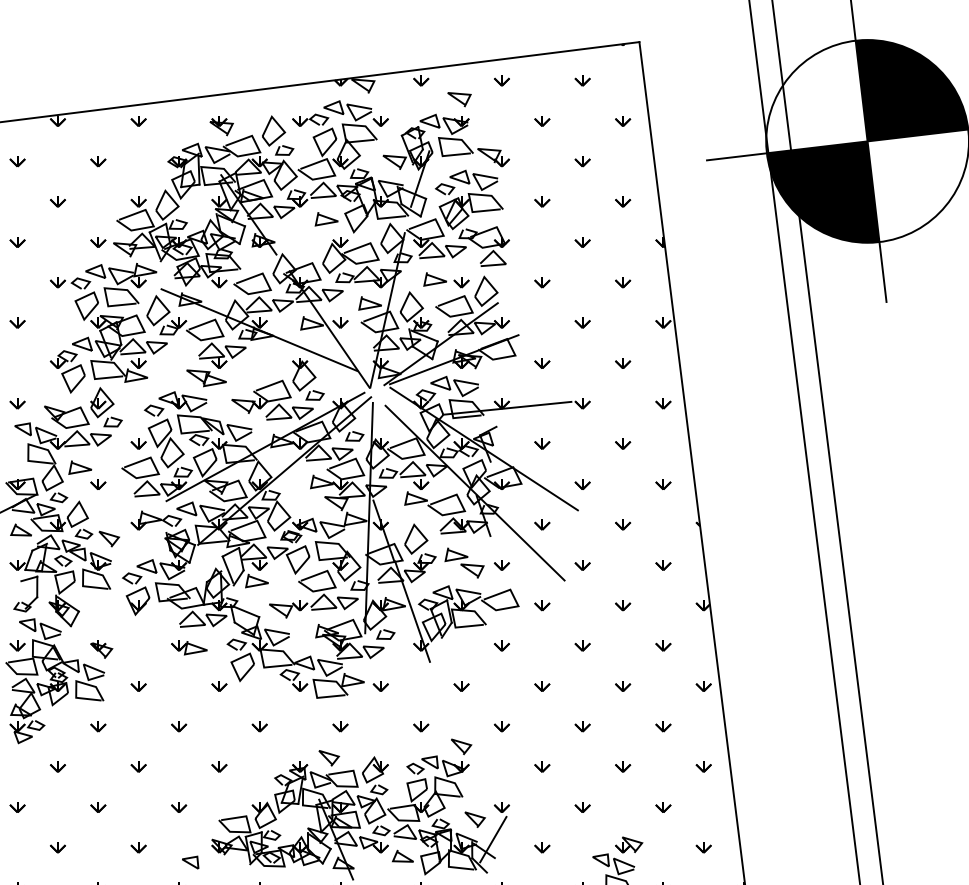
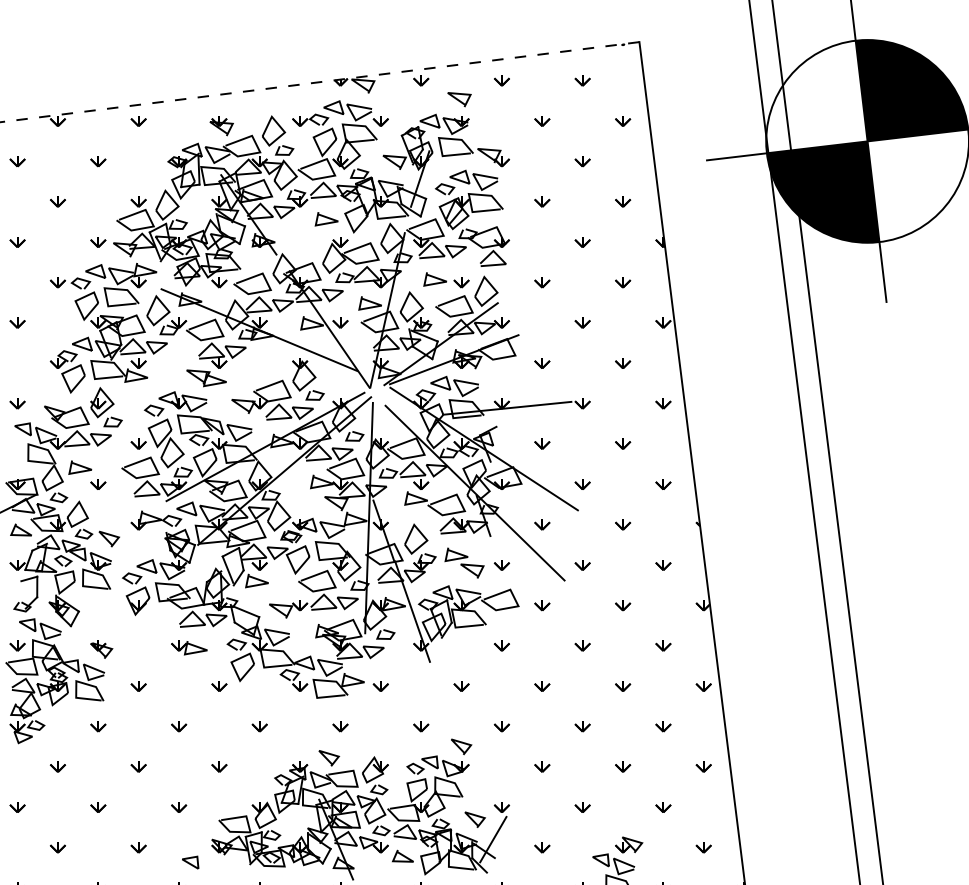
line at (319, 82): solid -> dashed
